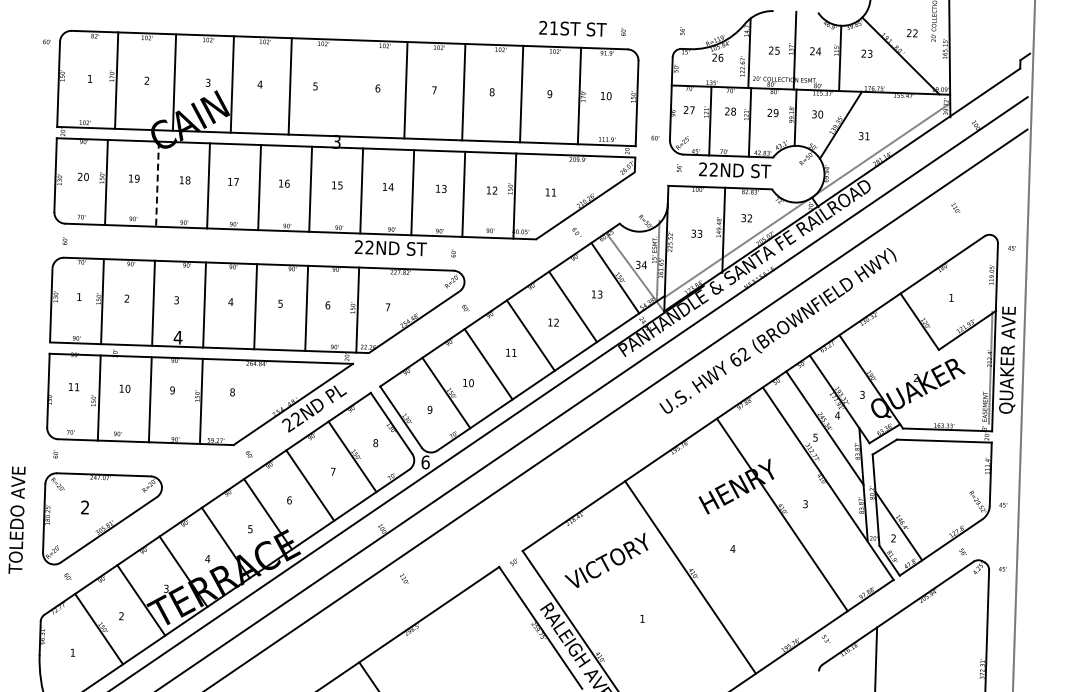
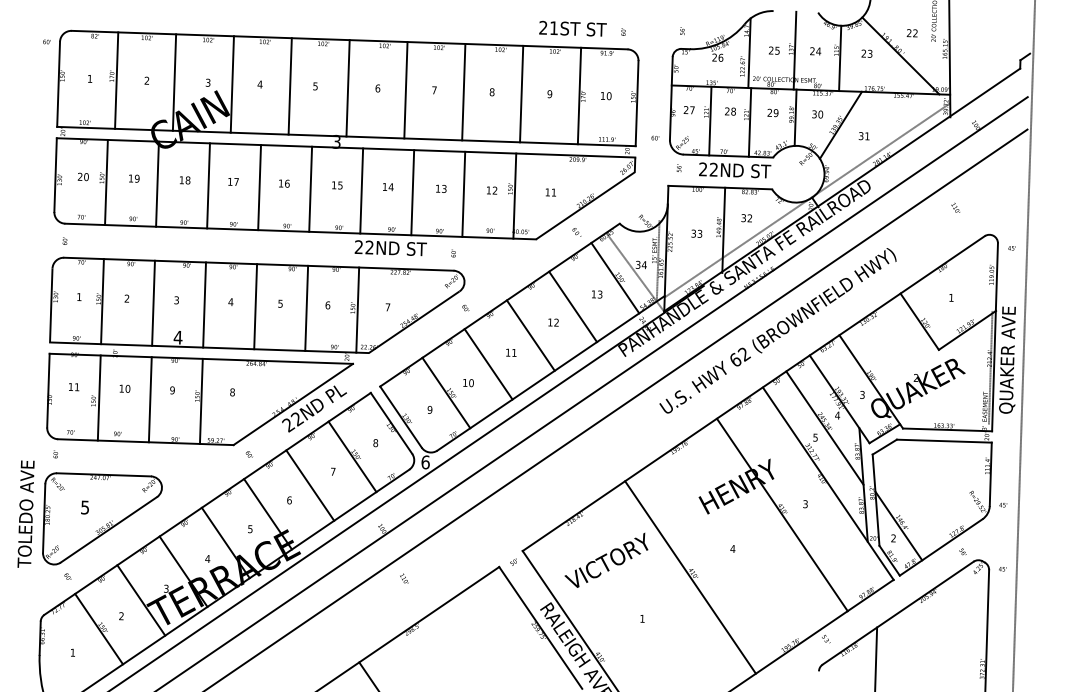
line at (347, 88): none -> present
line at (157, 184): dashed -> solid
text at (84, 507): 2 -> 5
text at (16, 519) position: (16, 519) -> (25, 513)
